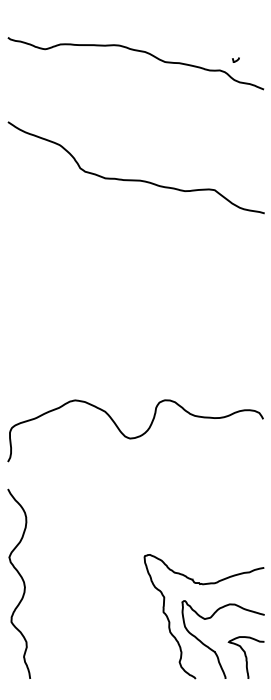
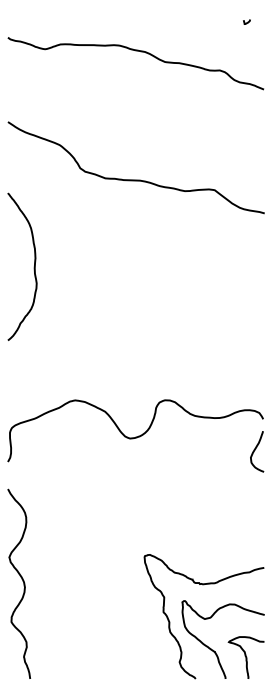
curve at (236, 59) position: (236, 59) -> (247, 21)
curve at (33, 267): none -> present
curve at (255, 450): none -> present
